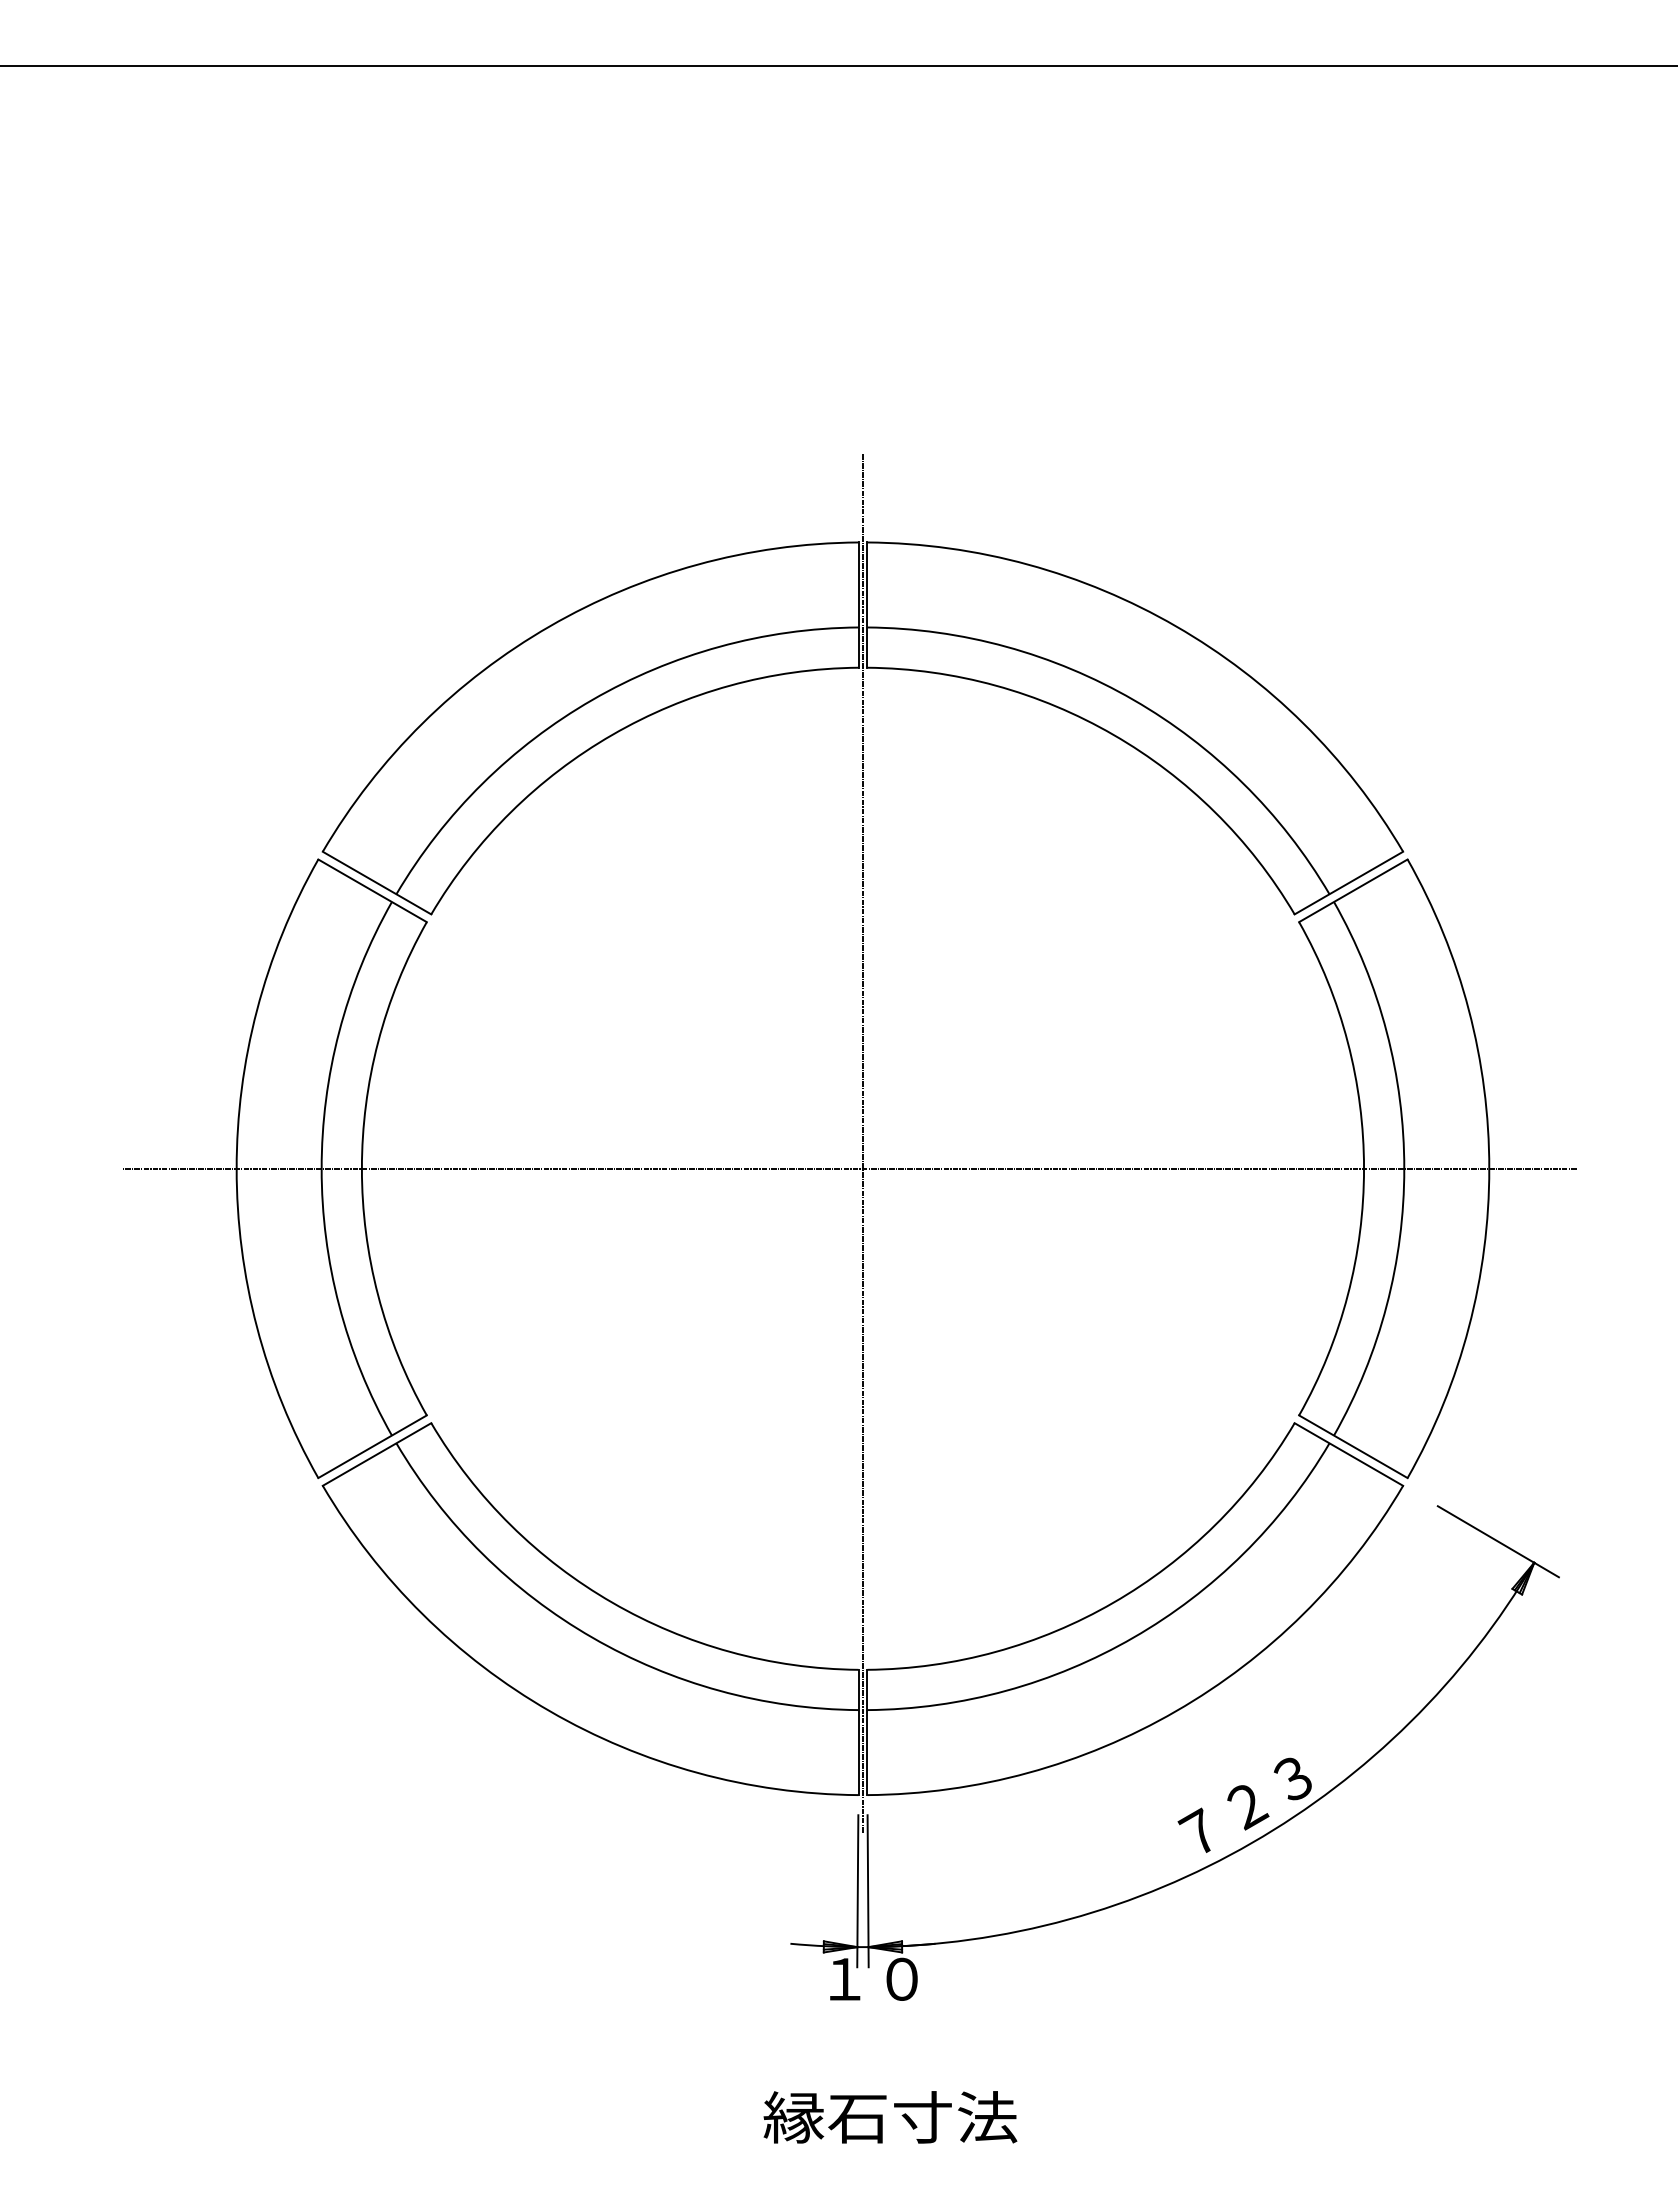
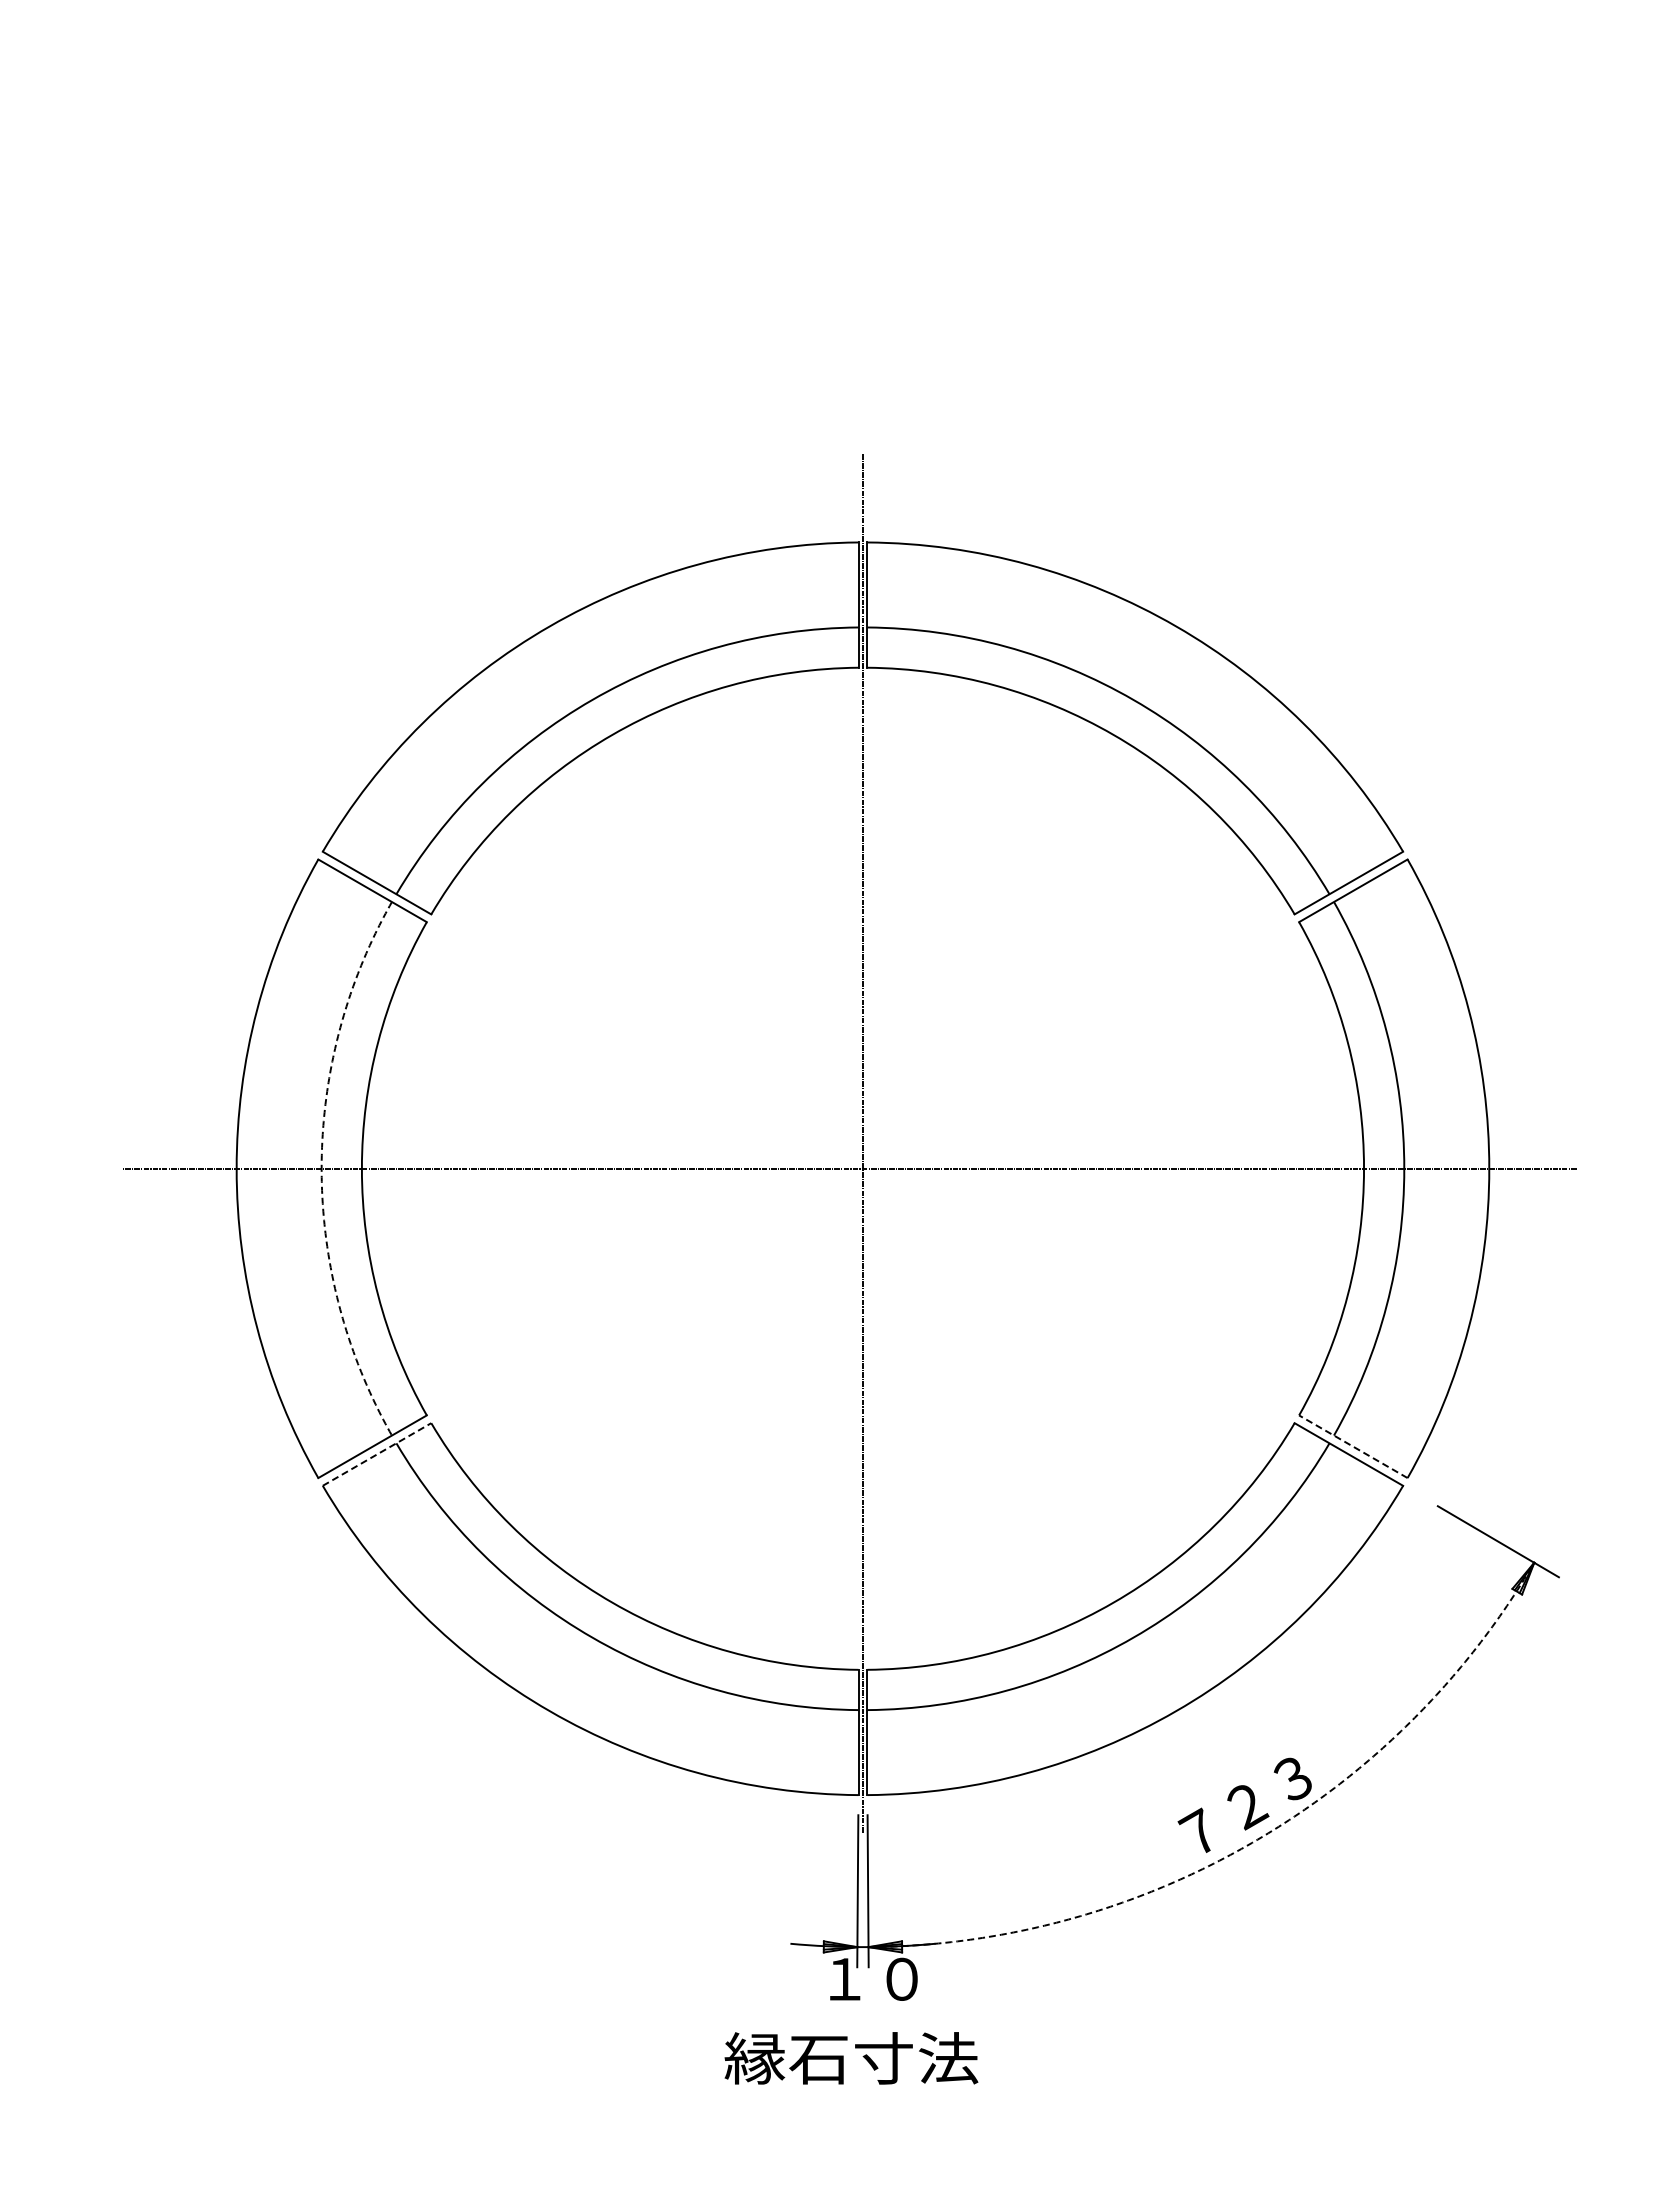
line at (838, 66): present -> none
arc at (321, 1168): solid -> dashed
line at (1353, 1446): solid -> dashed
line at (377, 1454): solid -> dashed
arc at (1252, 1842): solid -> dashed
text at (890, 2117) position: (890, 2117) -> (851, 2058)
